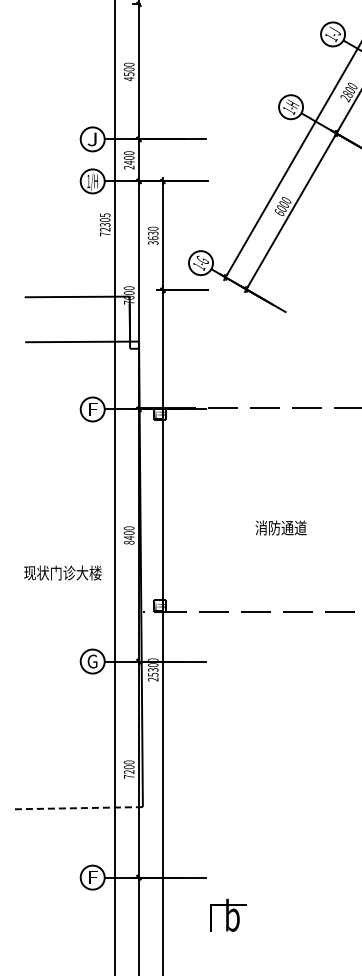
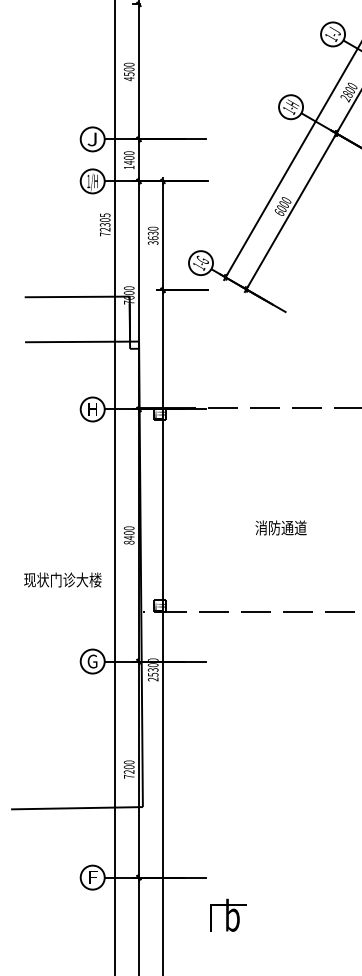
text at (128, 167): 2400 -> 1400
text at (92, 409): F -> H
text at (62, 572) position: (62, 572) -> (62, 579)
line at (76, 808): dashed -> solid
